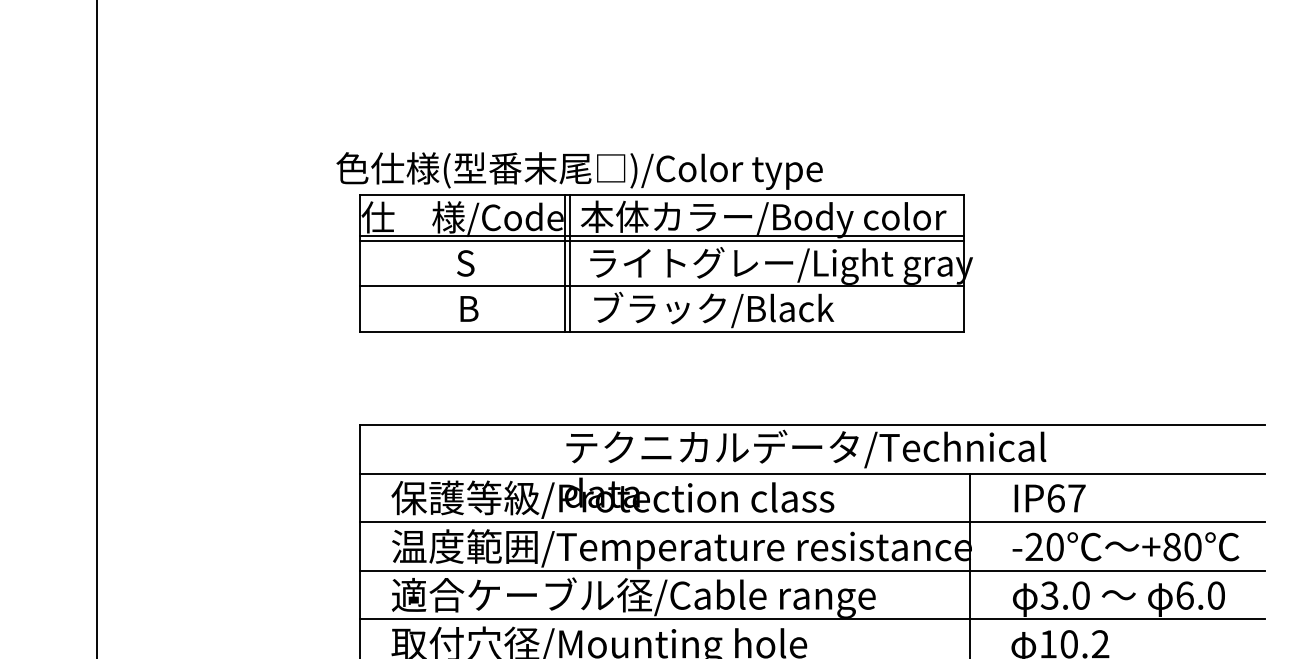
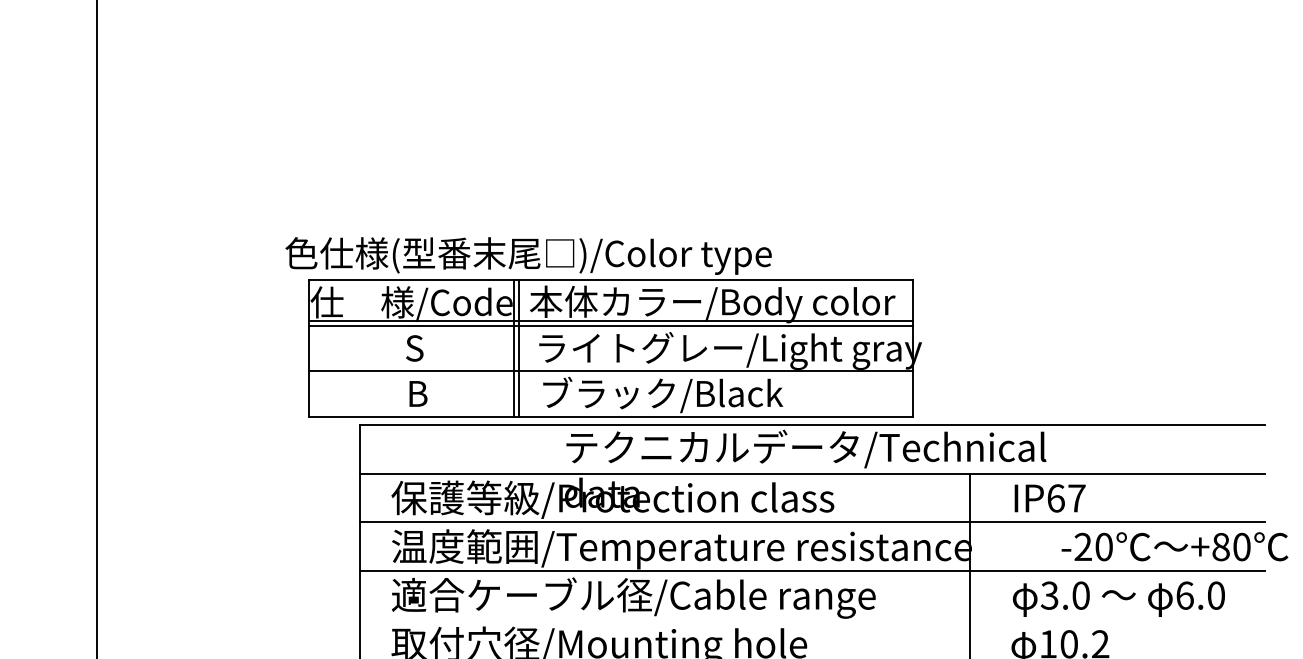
part at (654, 242) position: (654, 242) -> (603, 327)
text at (1125, 546) position: (1125, 546) -> (1174, 546)
line at (812, 619): present -> none
